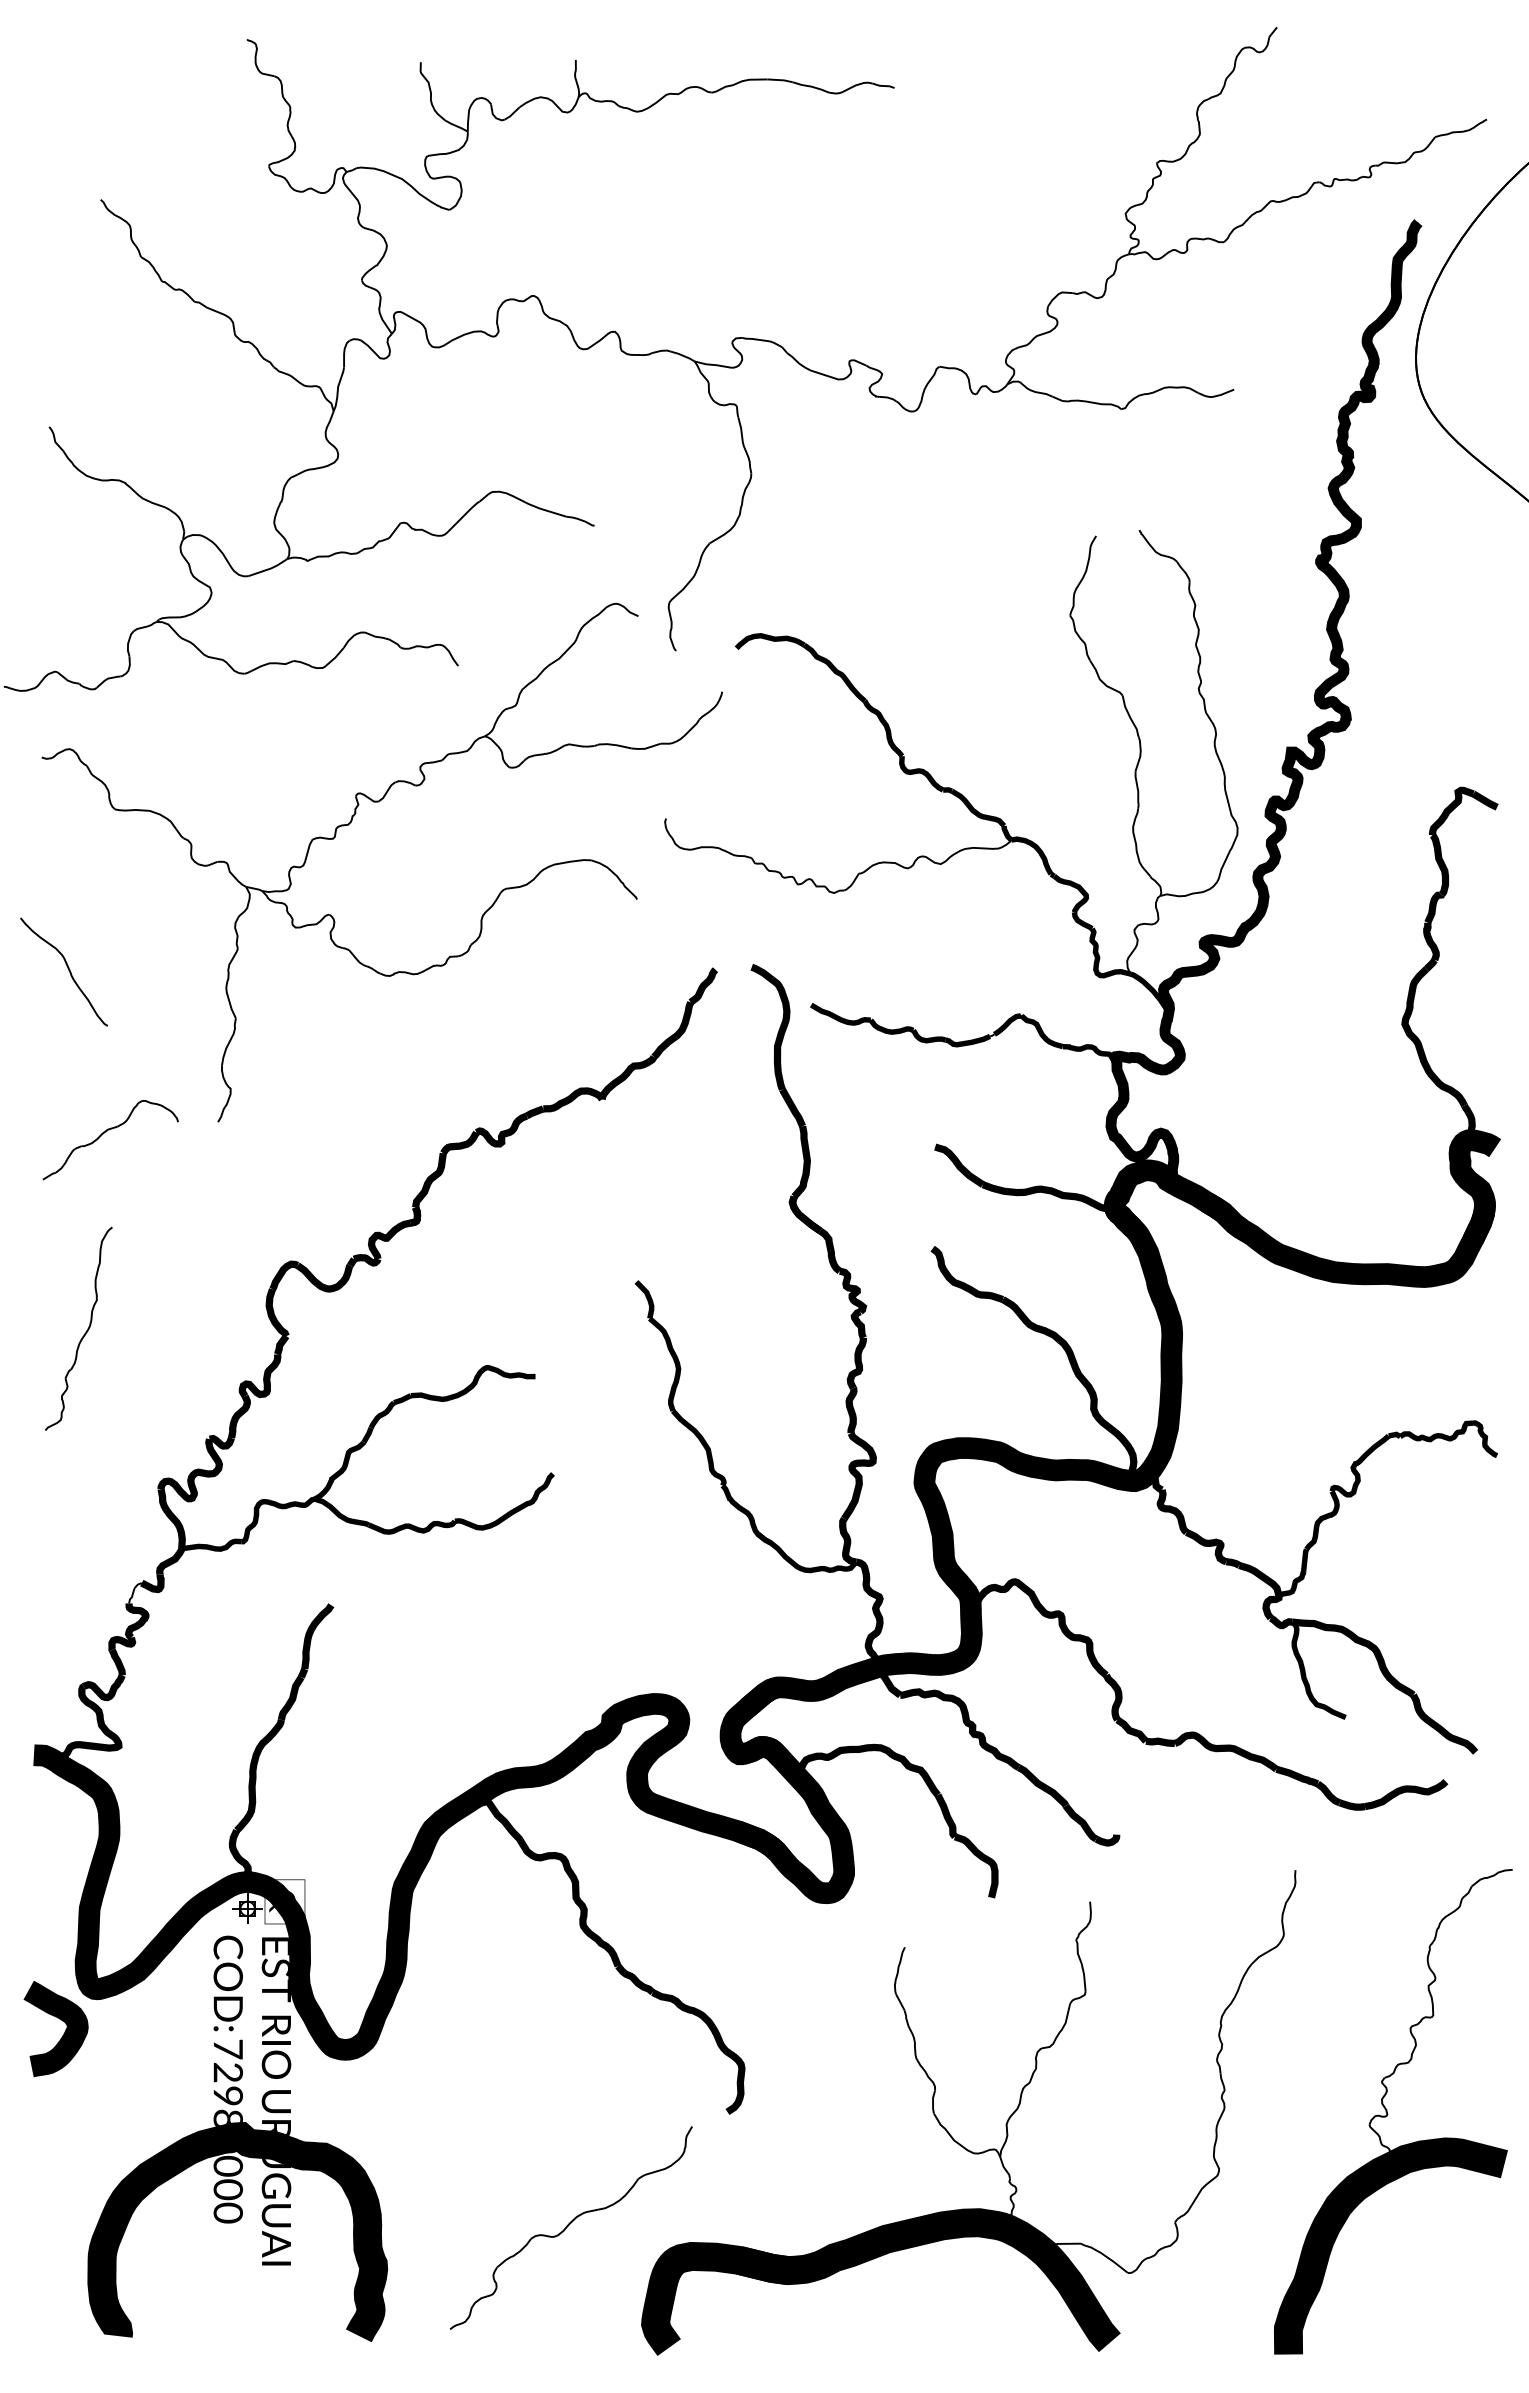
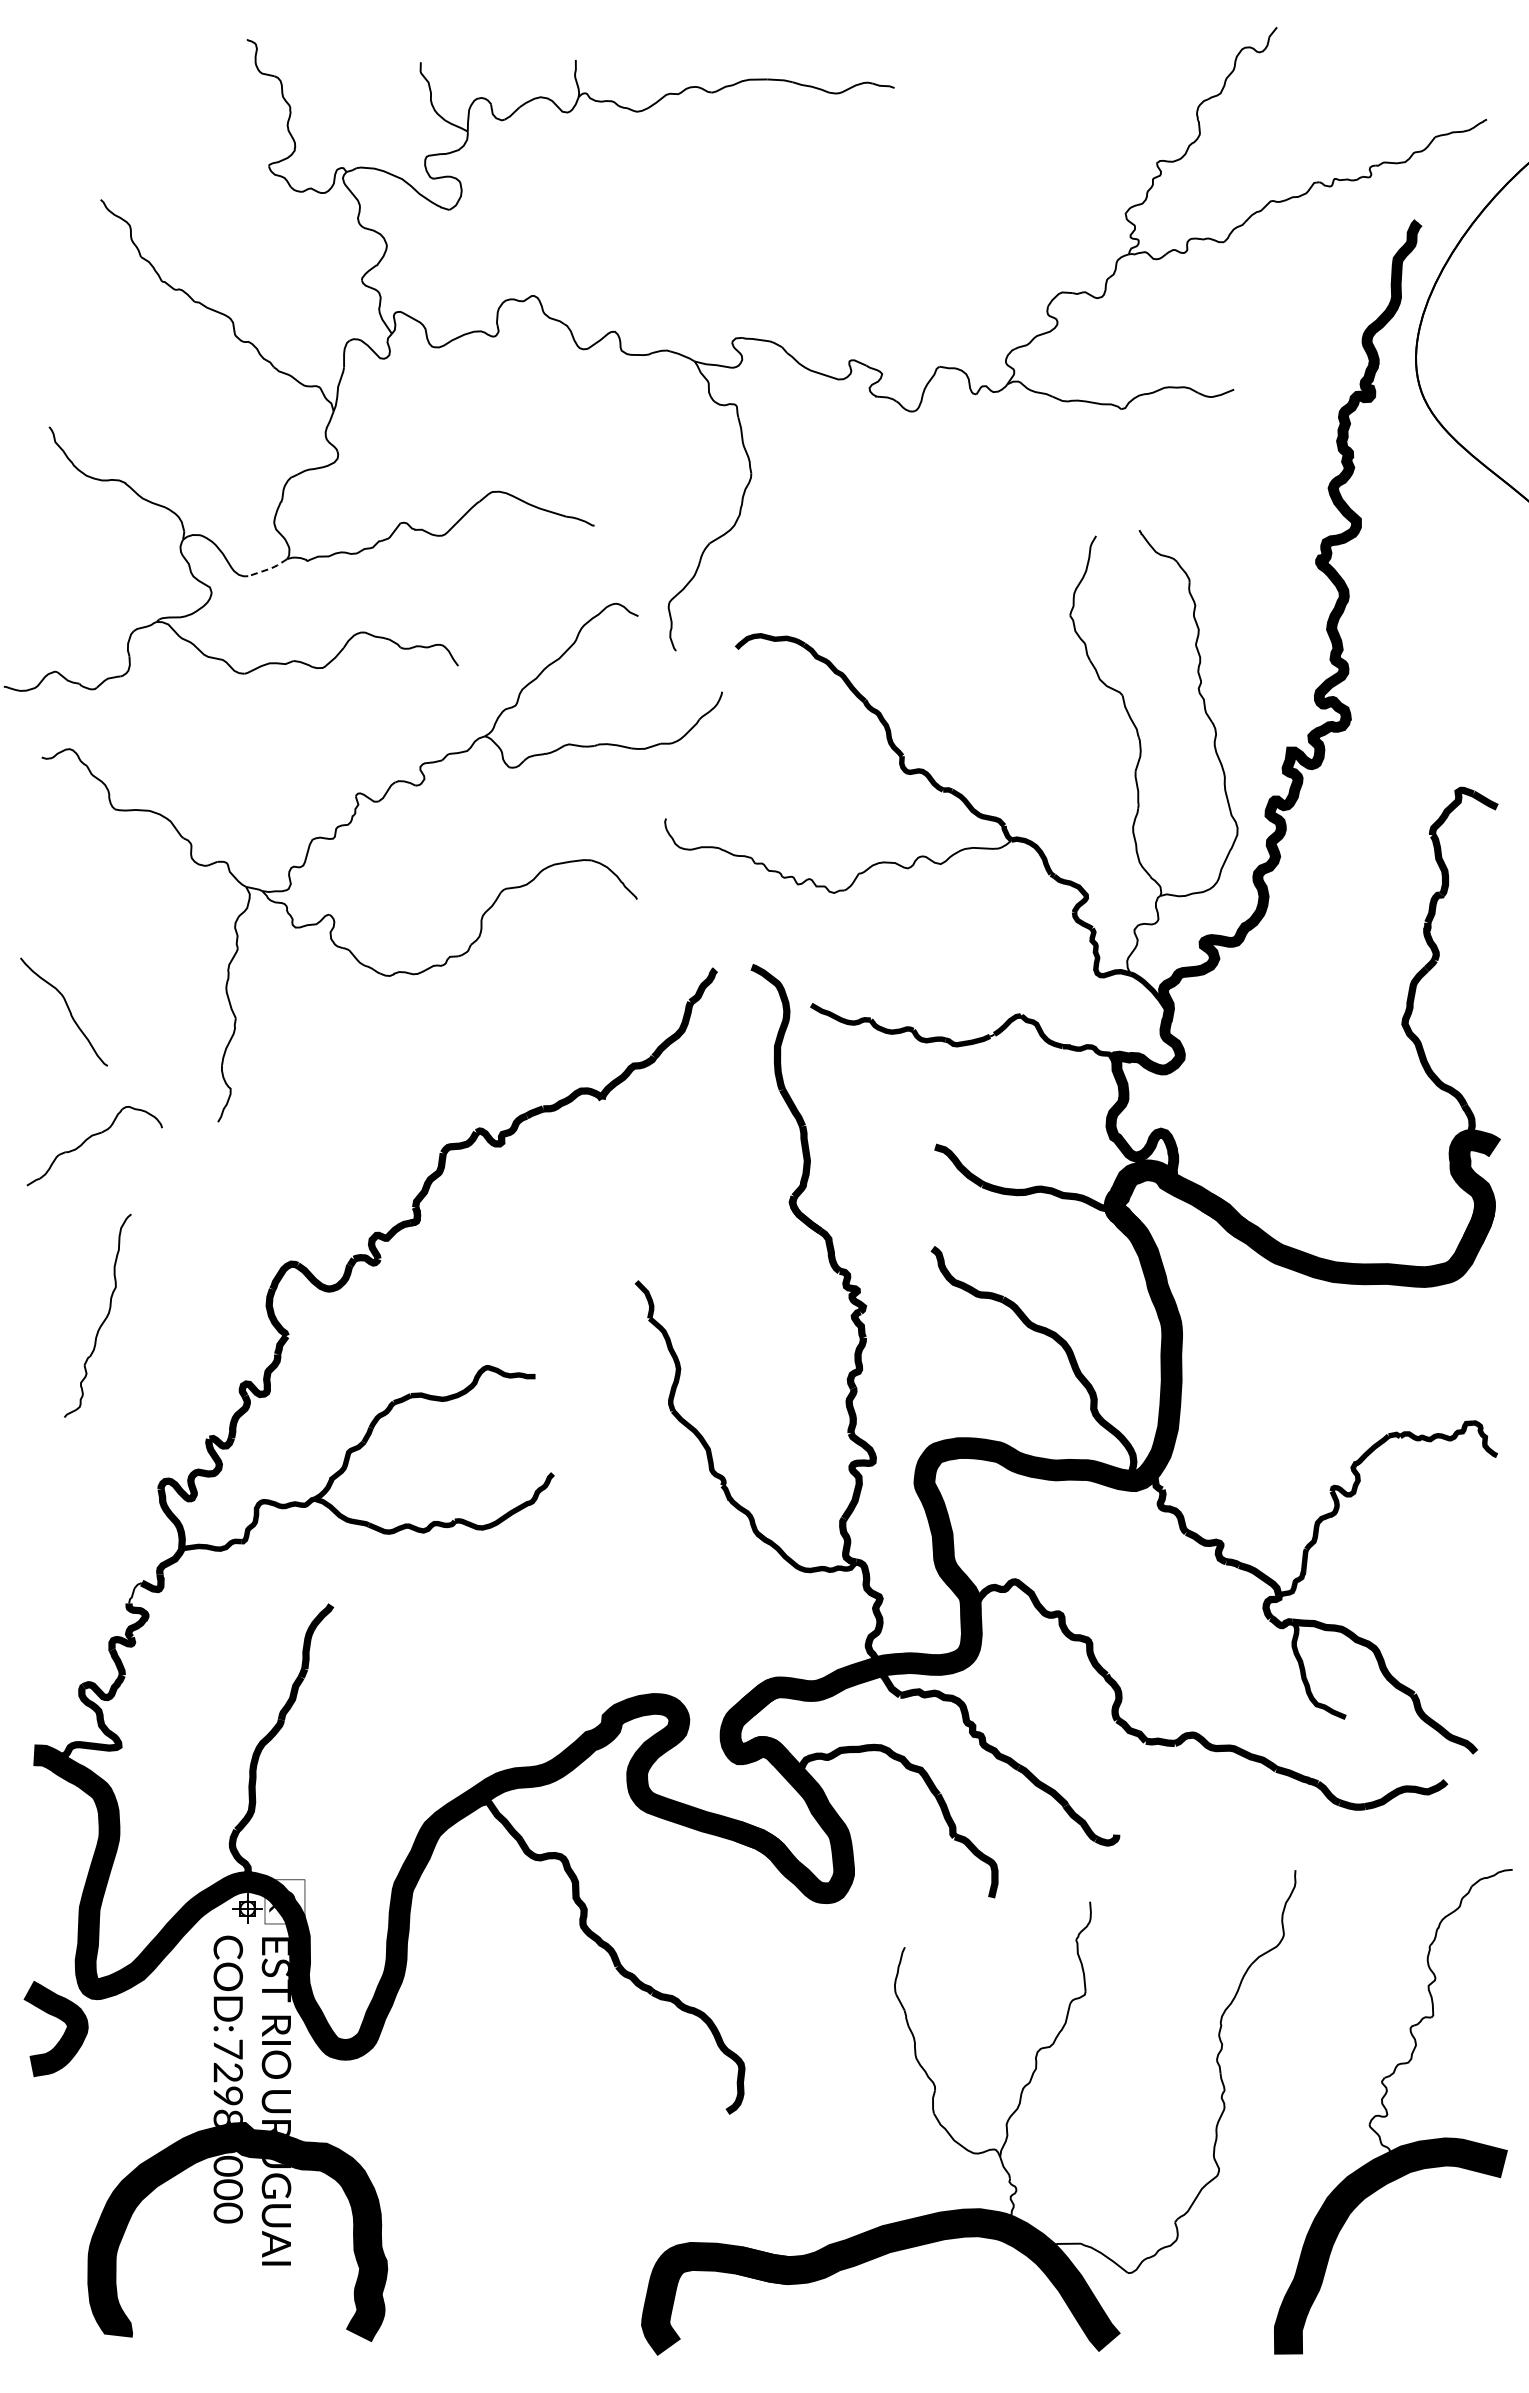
line at (269, 569): solid -> dashed
curve at (67, 968) position: (67, 968) -> (67, 1008)
part at (104, 1133) position: (104, 1133) -> (88, 1139)
part at (85, 1331) position: (85, 1331) -> (104, 1318)
part at (570, 2227): present -> none
